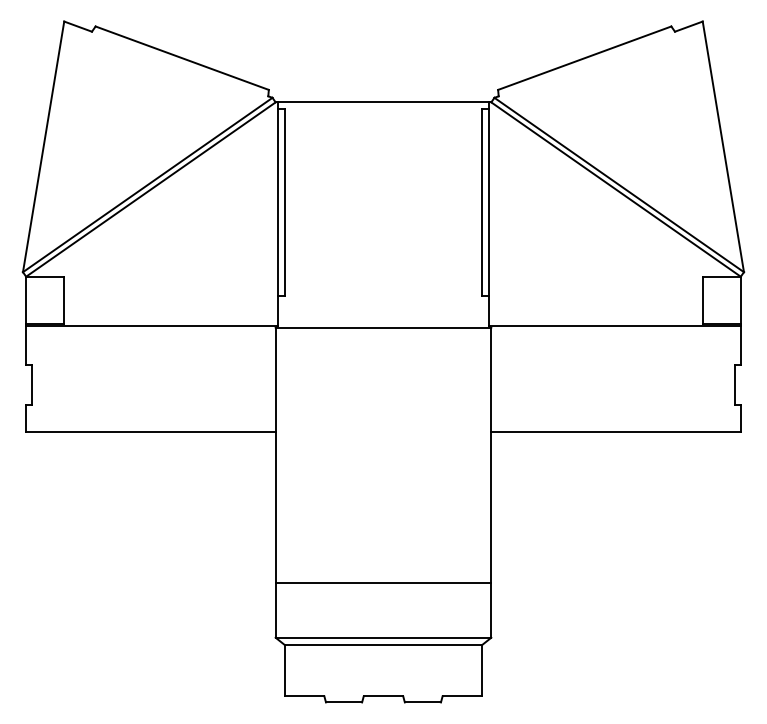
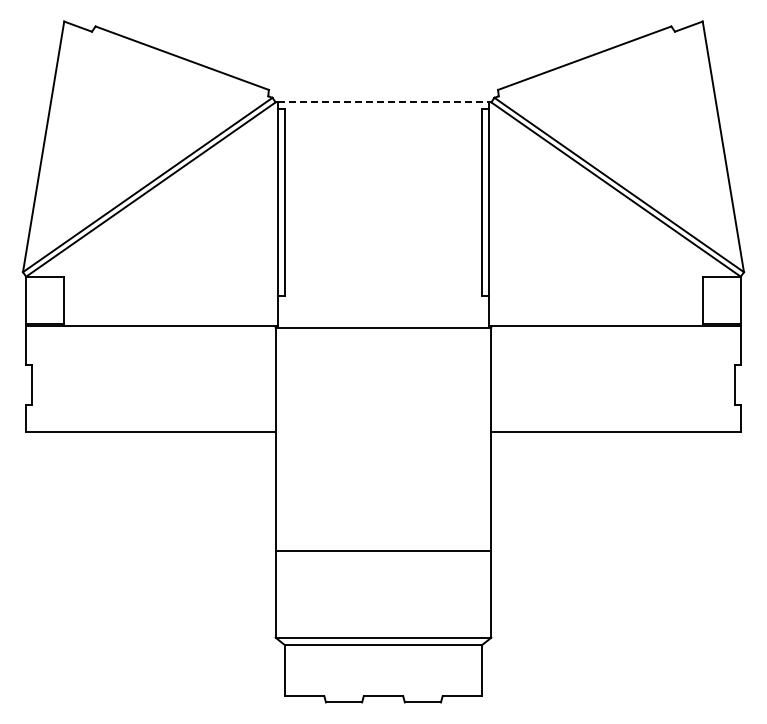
line at (383, 102): solid -> dashed
line at (383, 582) position: (383, 582) -> (383, 550)
